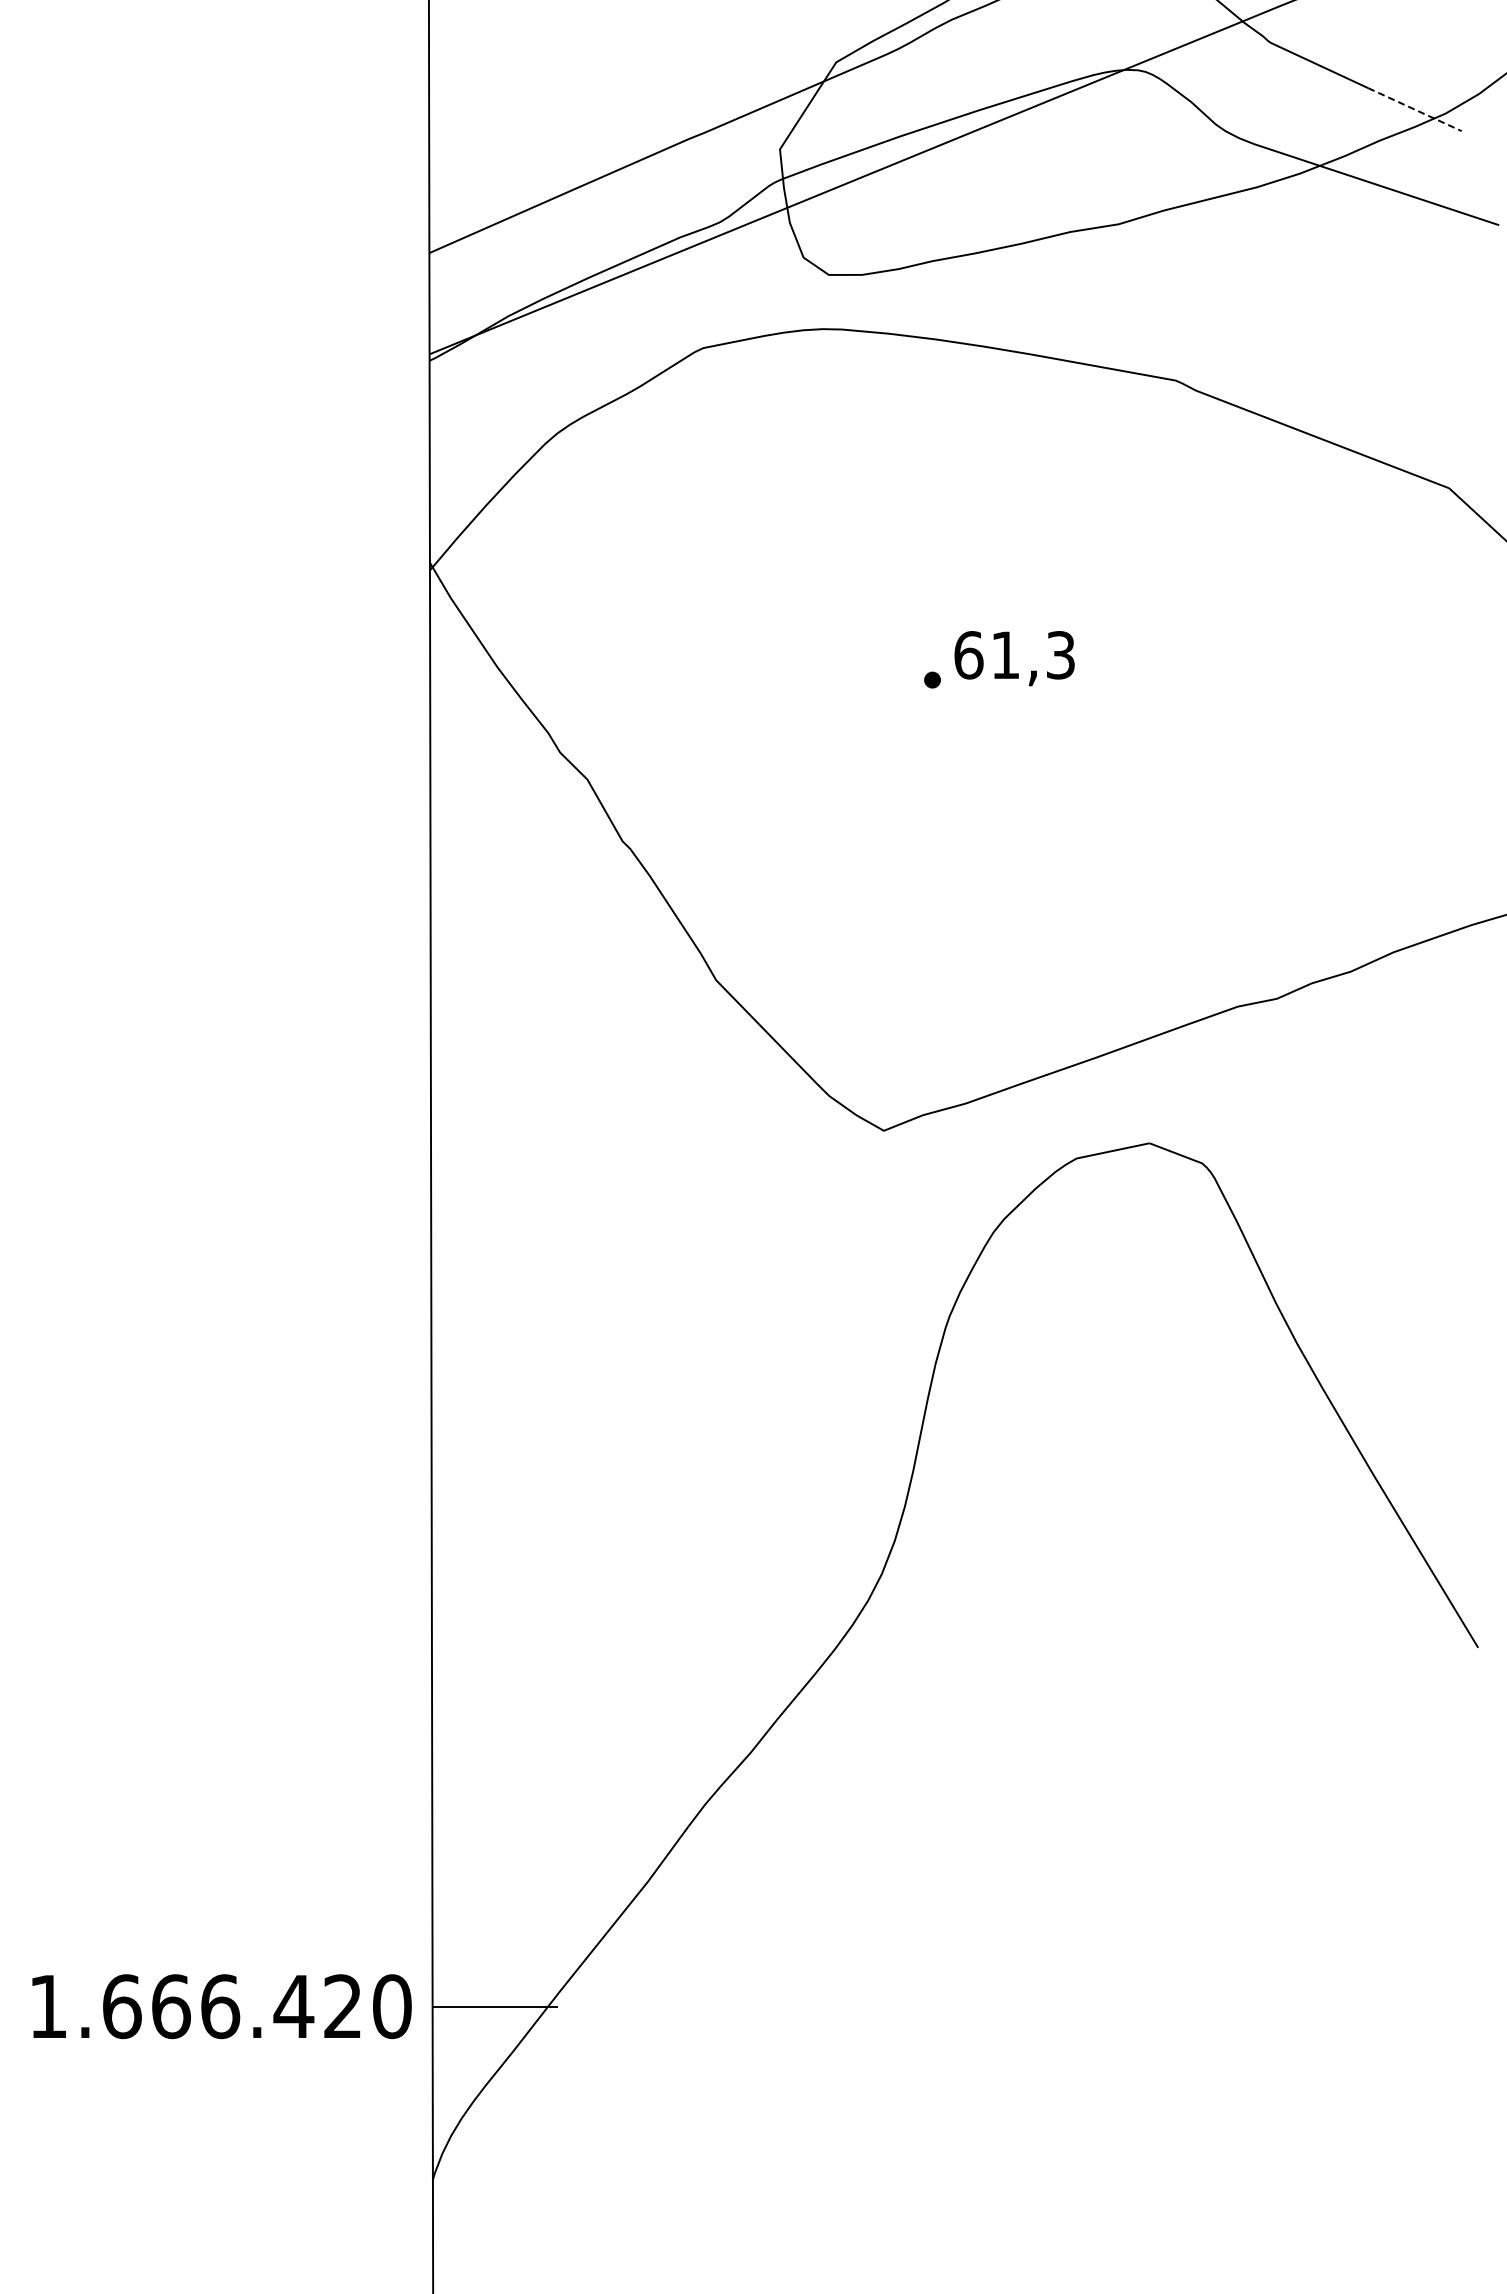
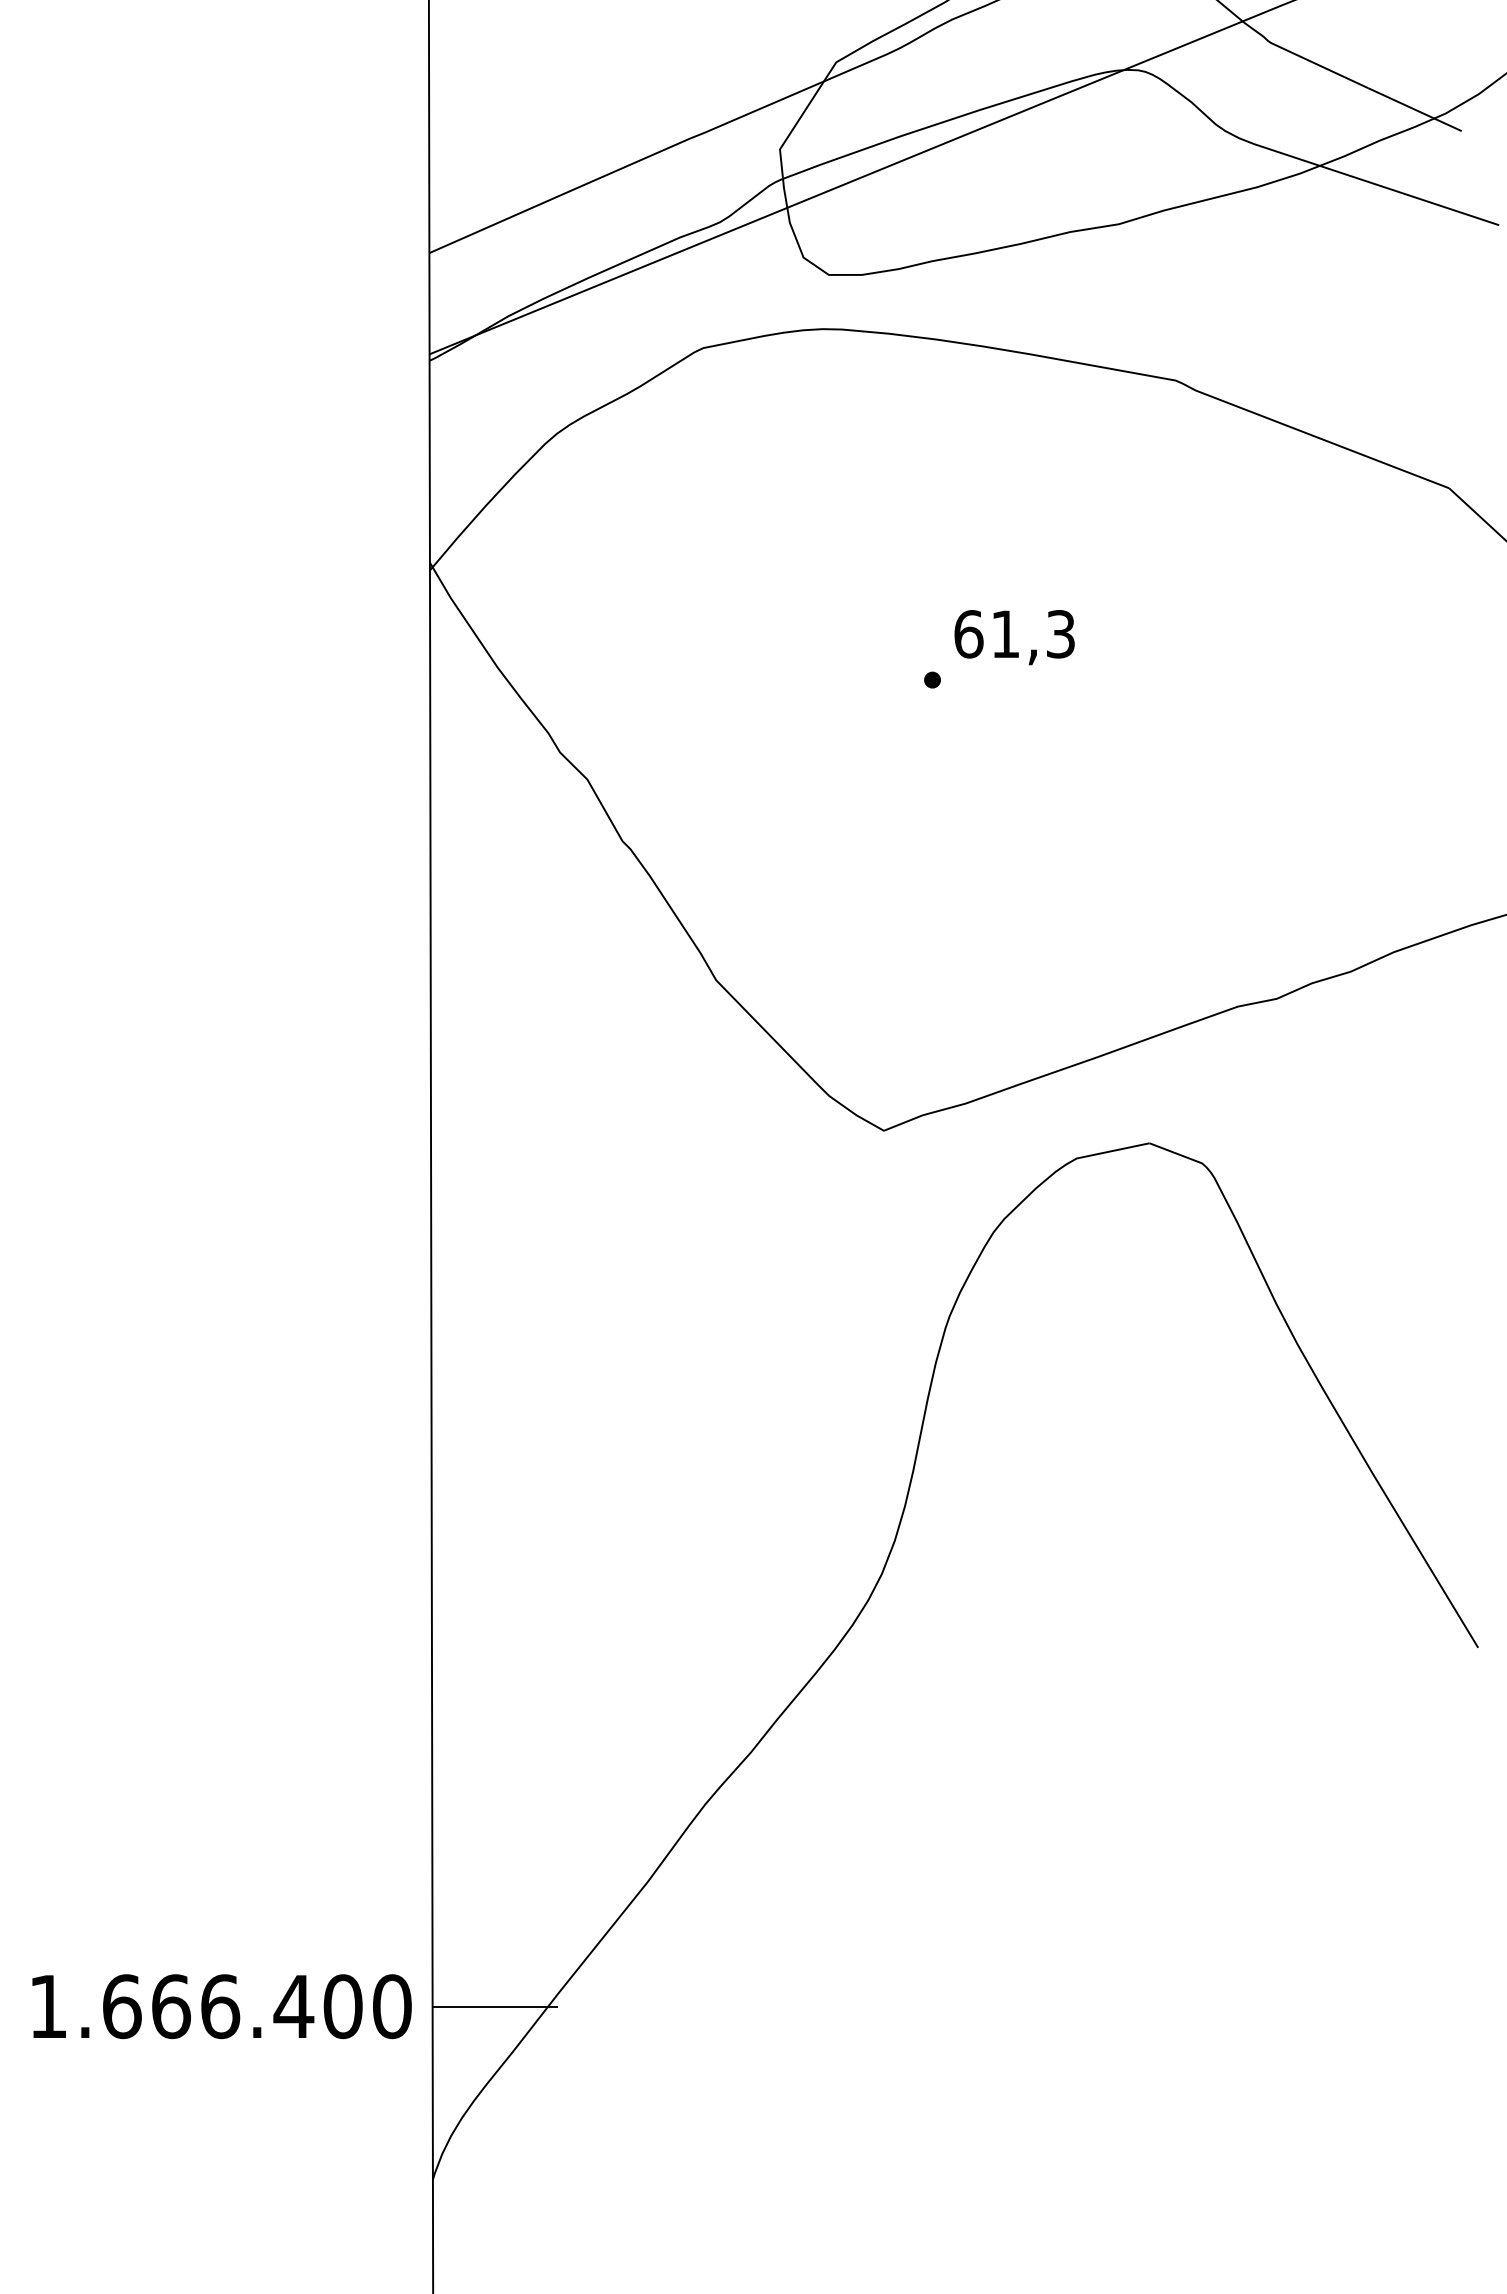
line at (1415, 109): dashed -> solid
text at (1014, 658) position: (1014, 658) -> (1014, 637)
text at (342, 2006): 1.666.420 -> 1.666.400
